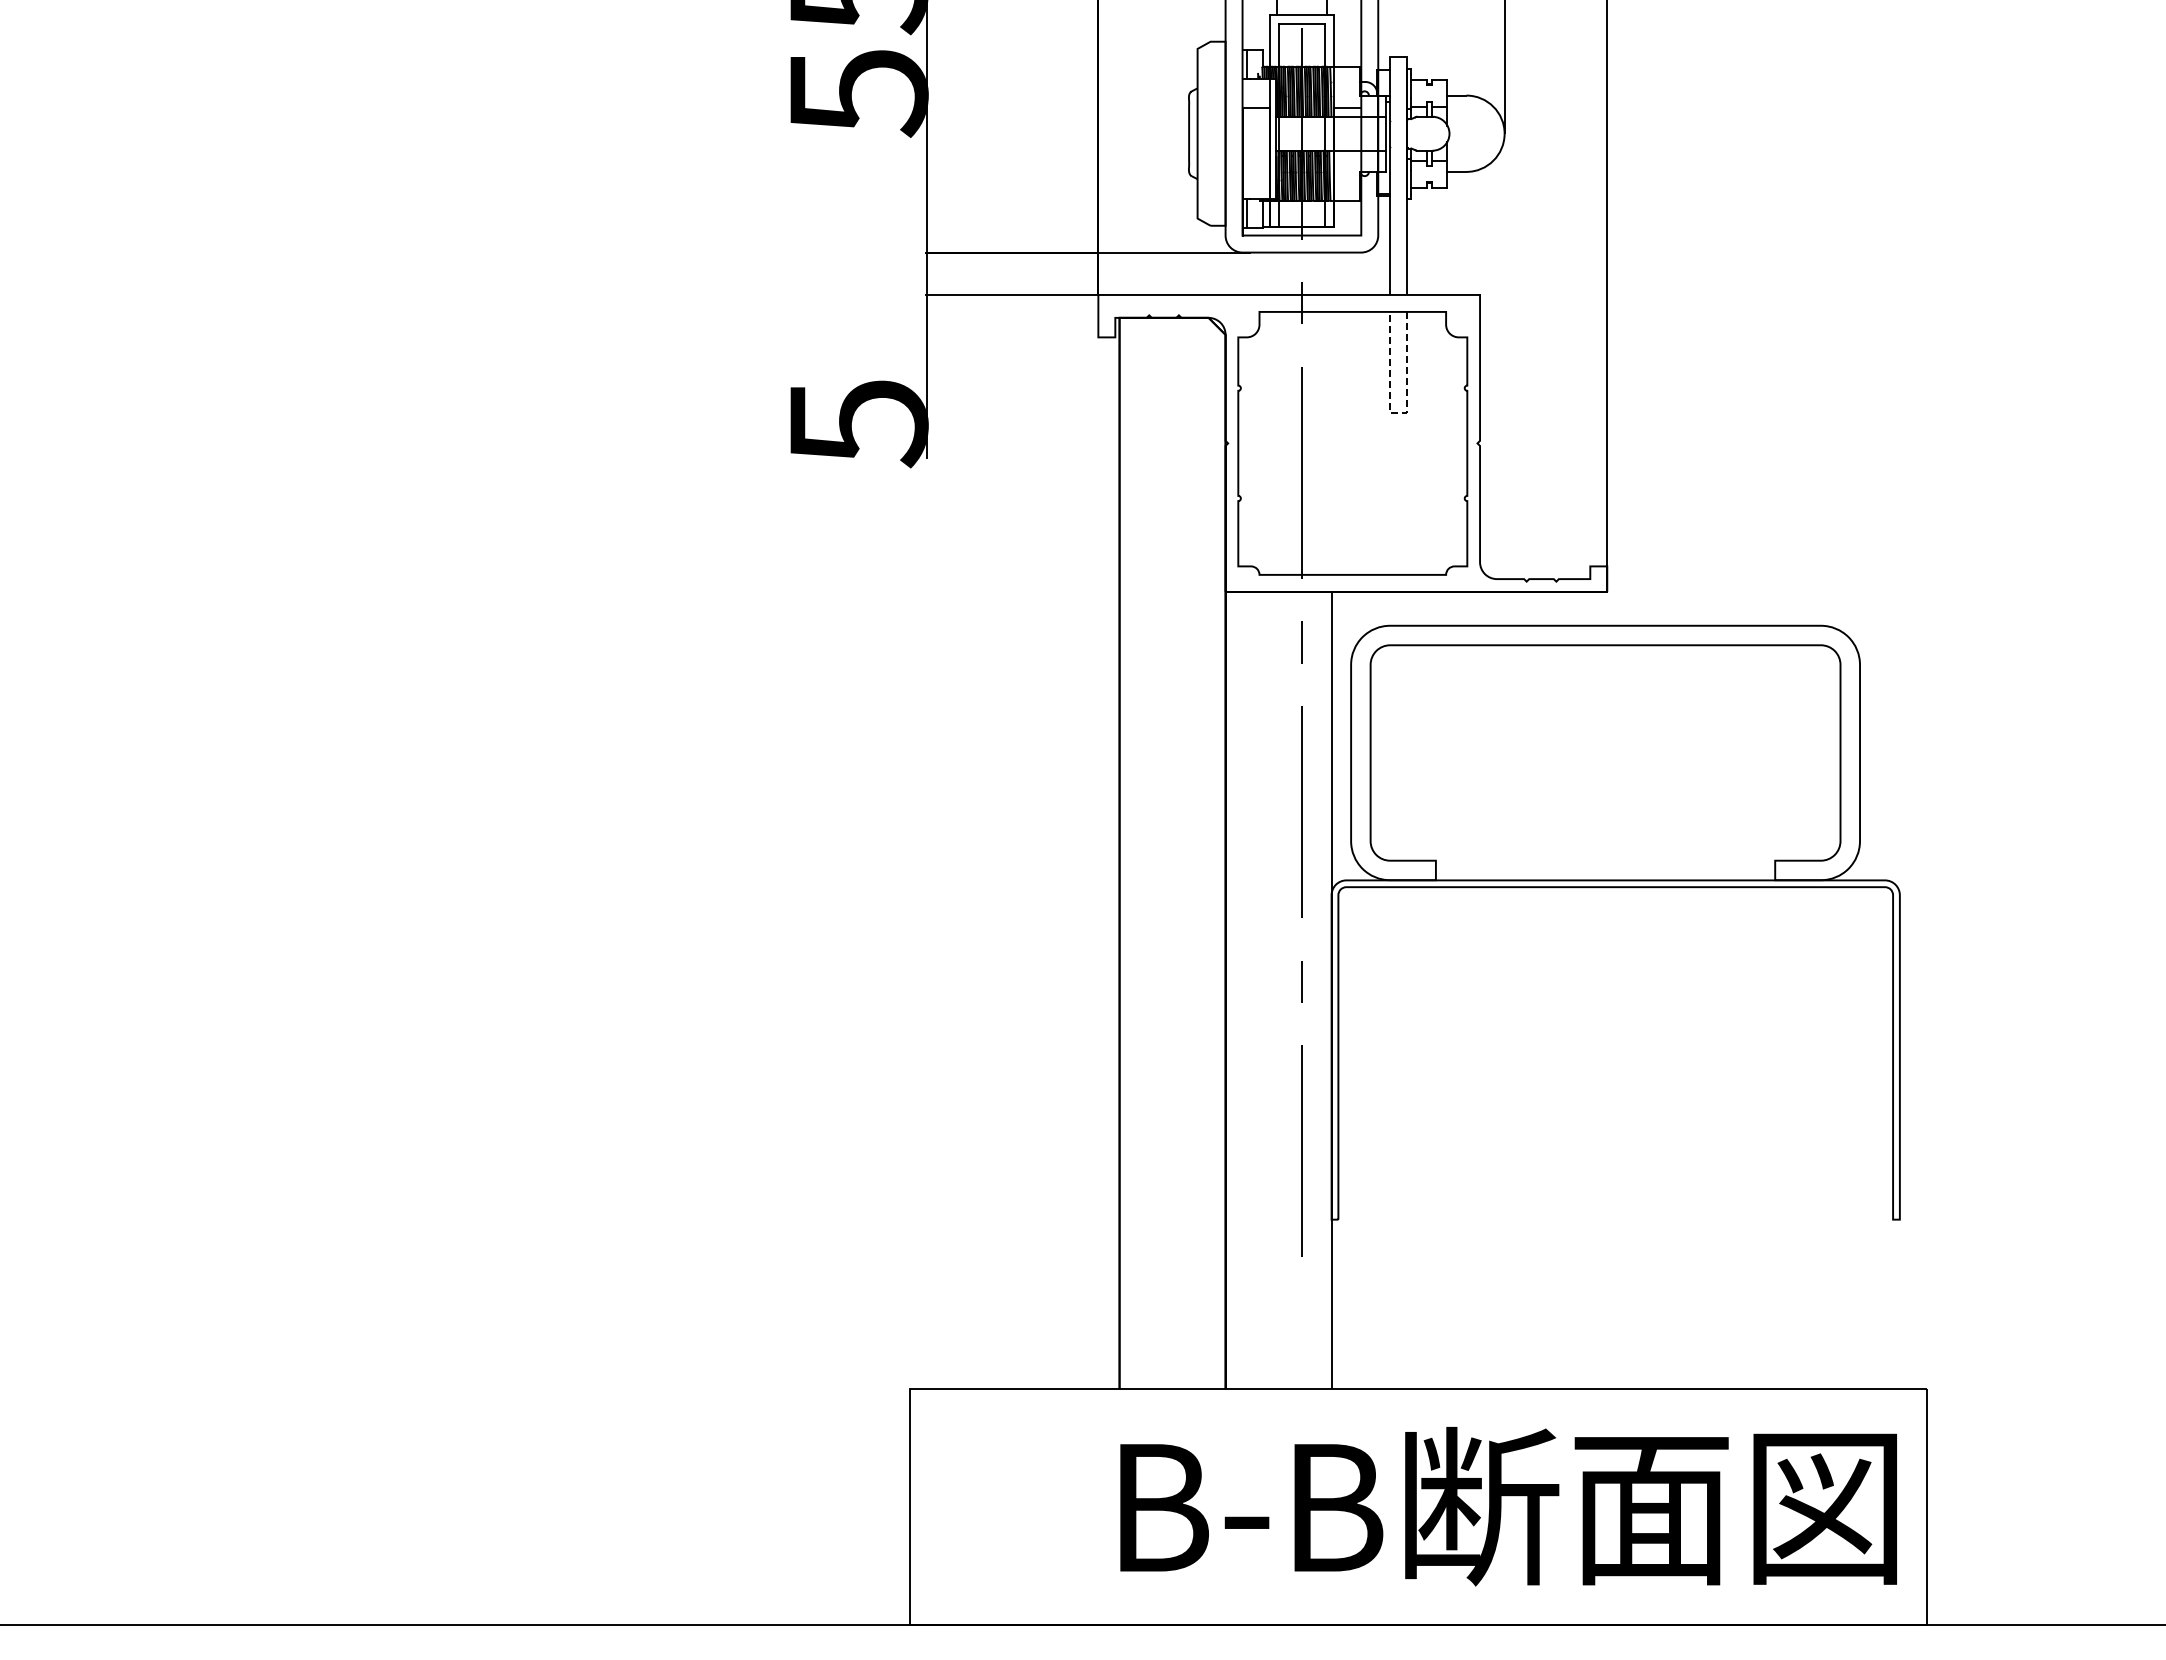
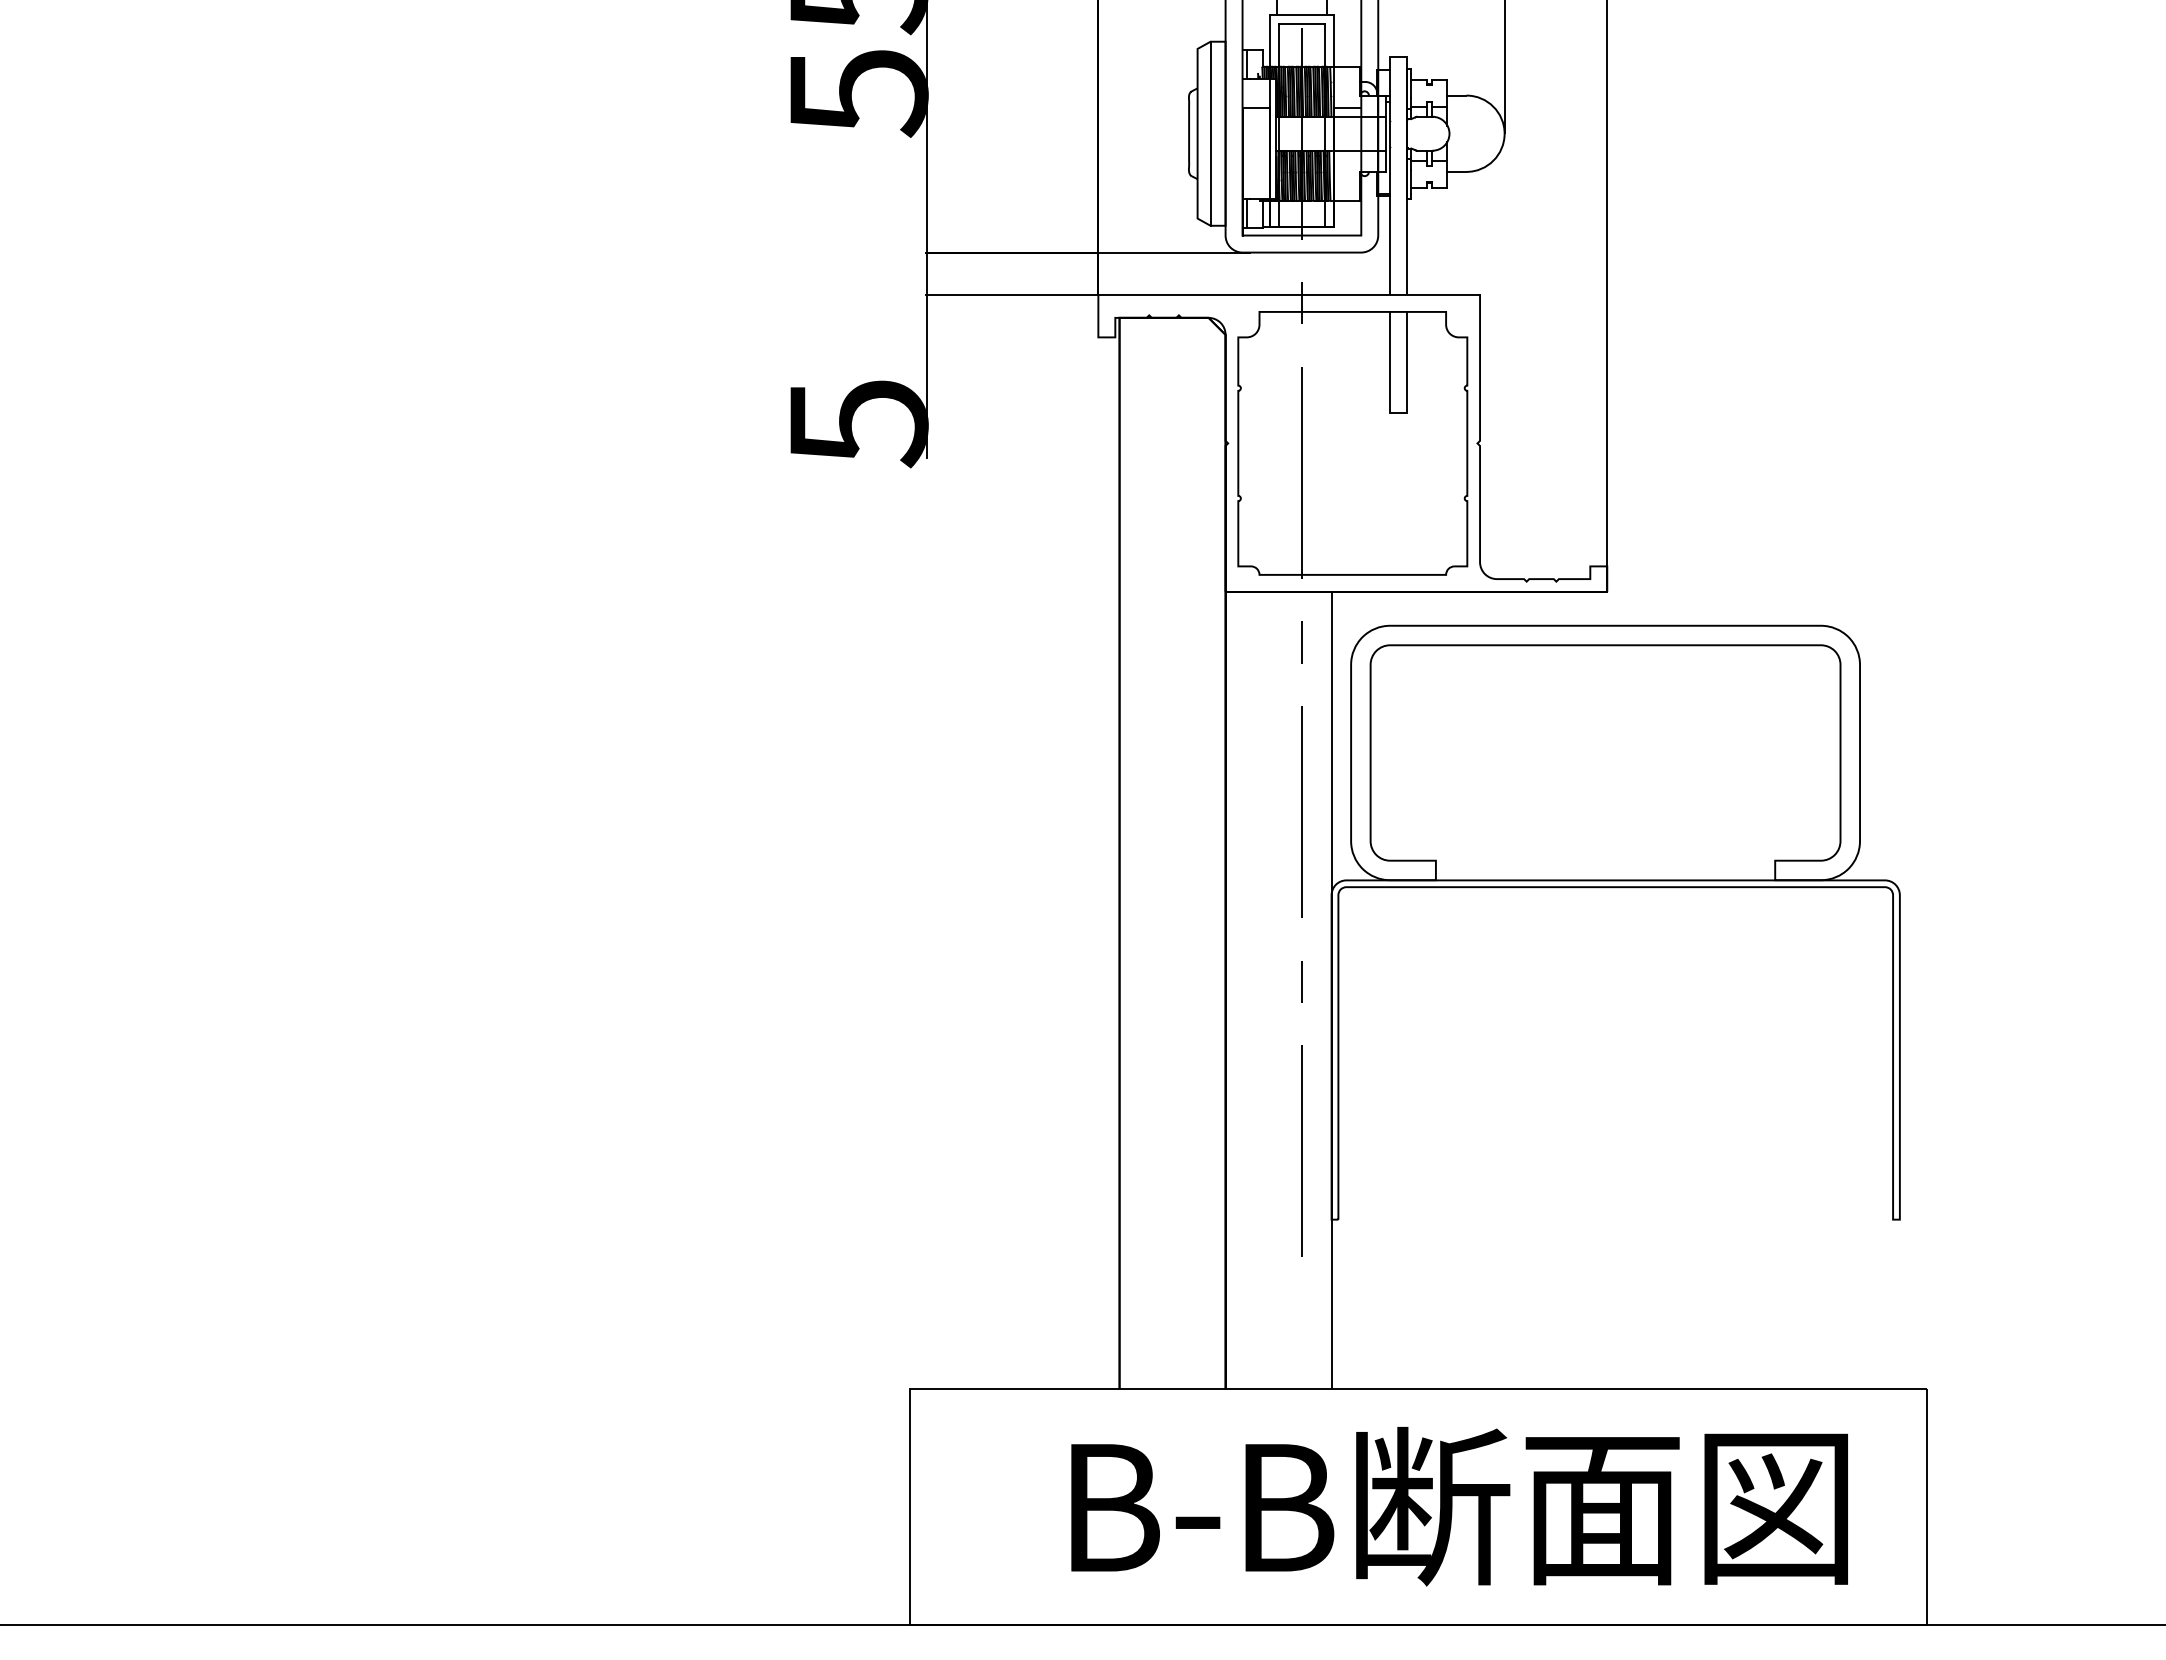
line at (1210, 133): none -> present
line at (1398, 412): dashed -> solid
text at (1508, 1506) position: (1508, 1506) -> (1459, 1506)
